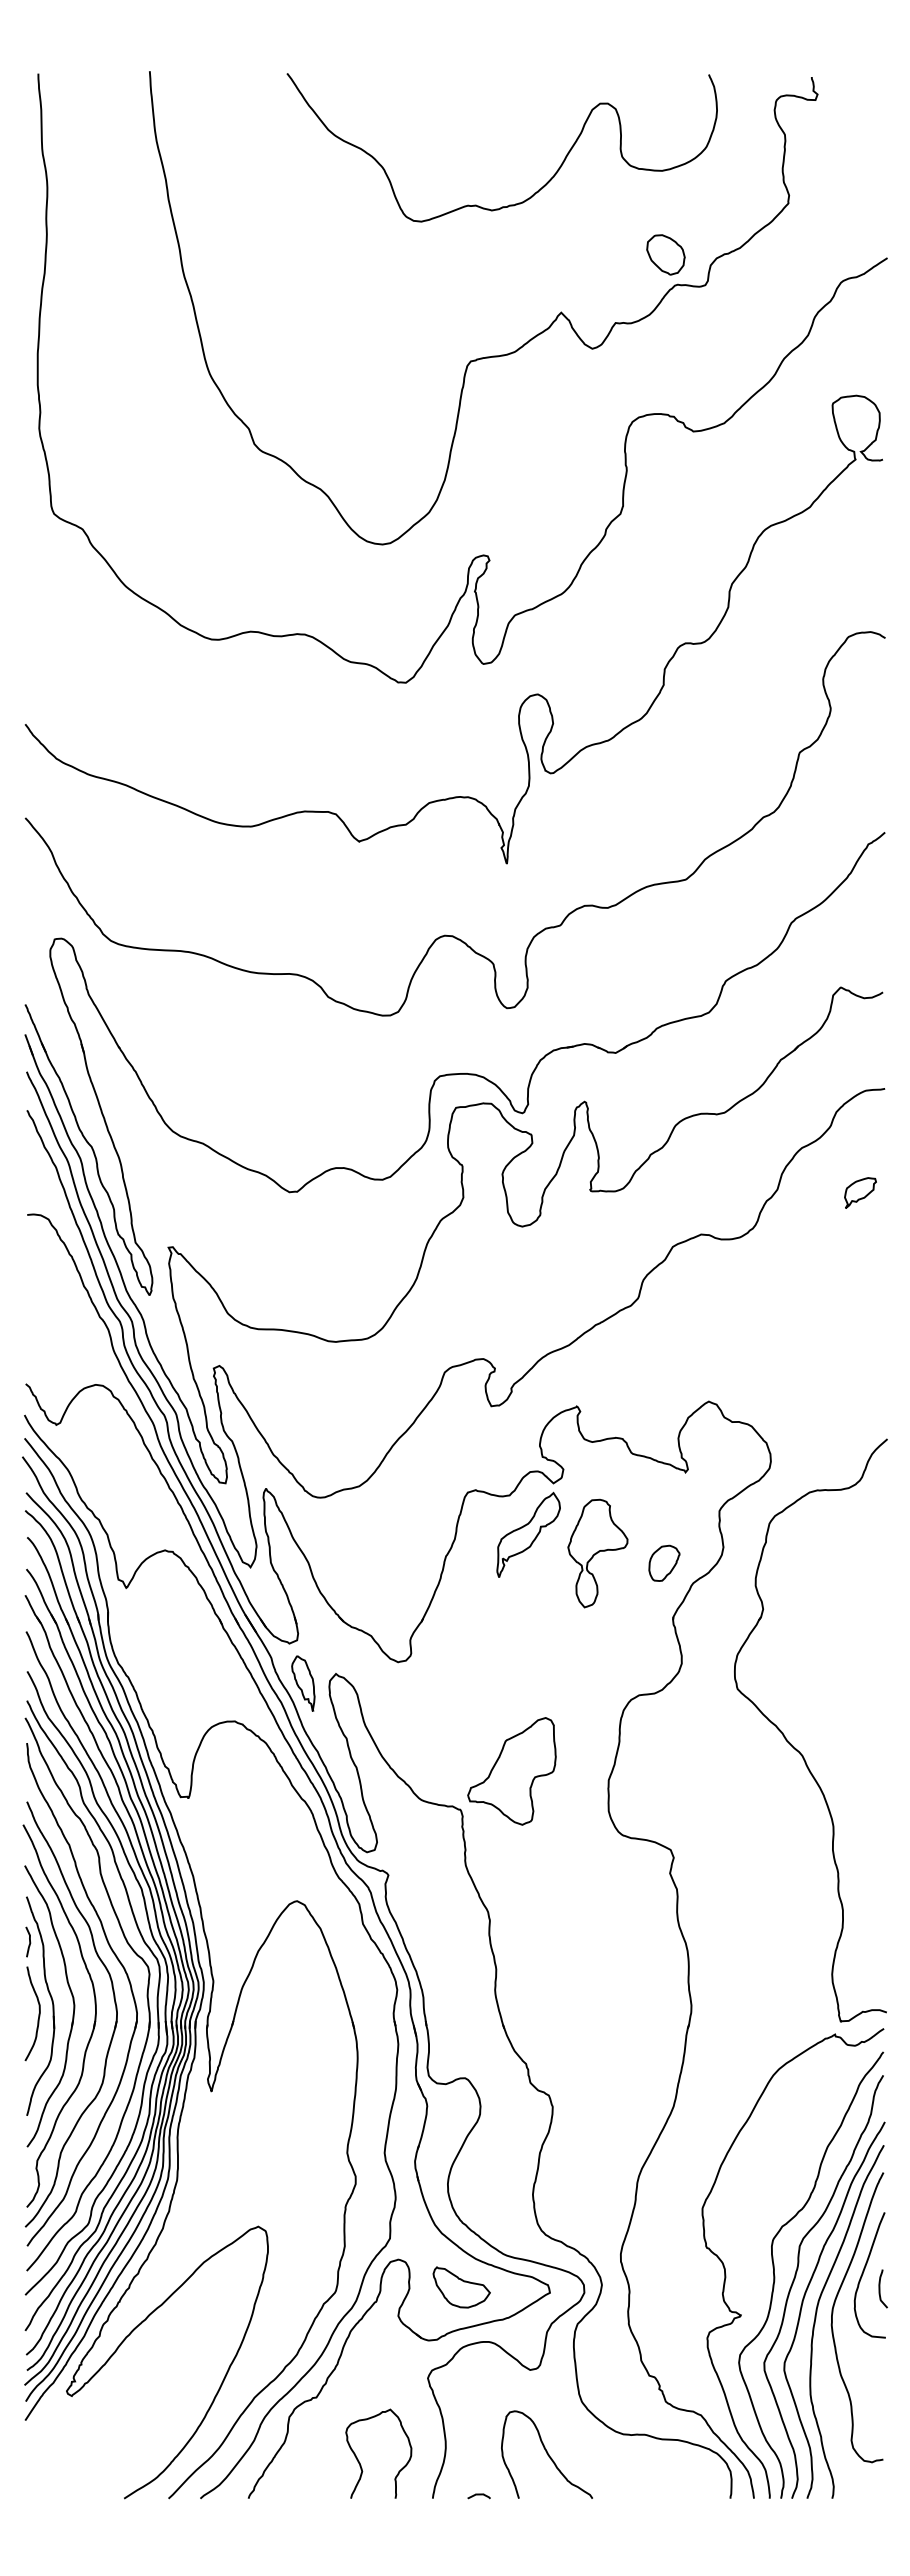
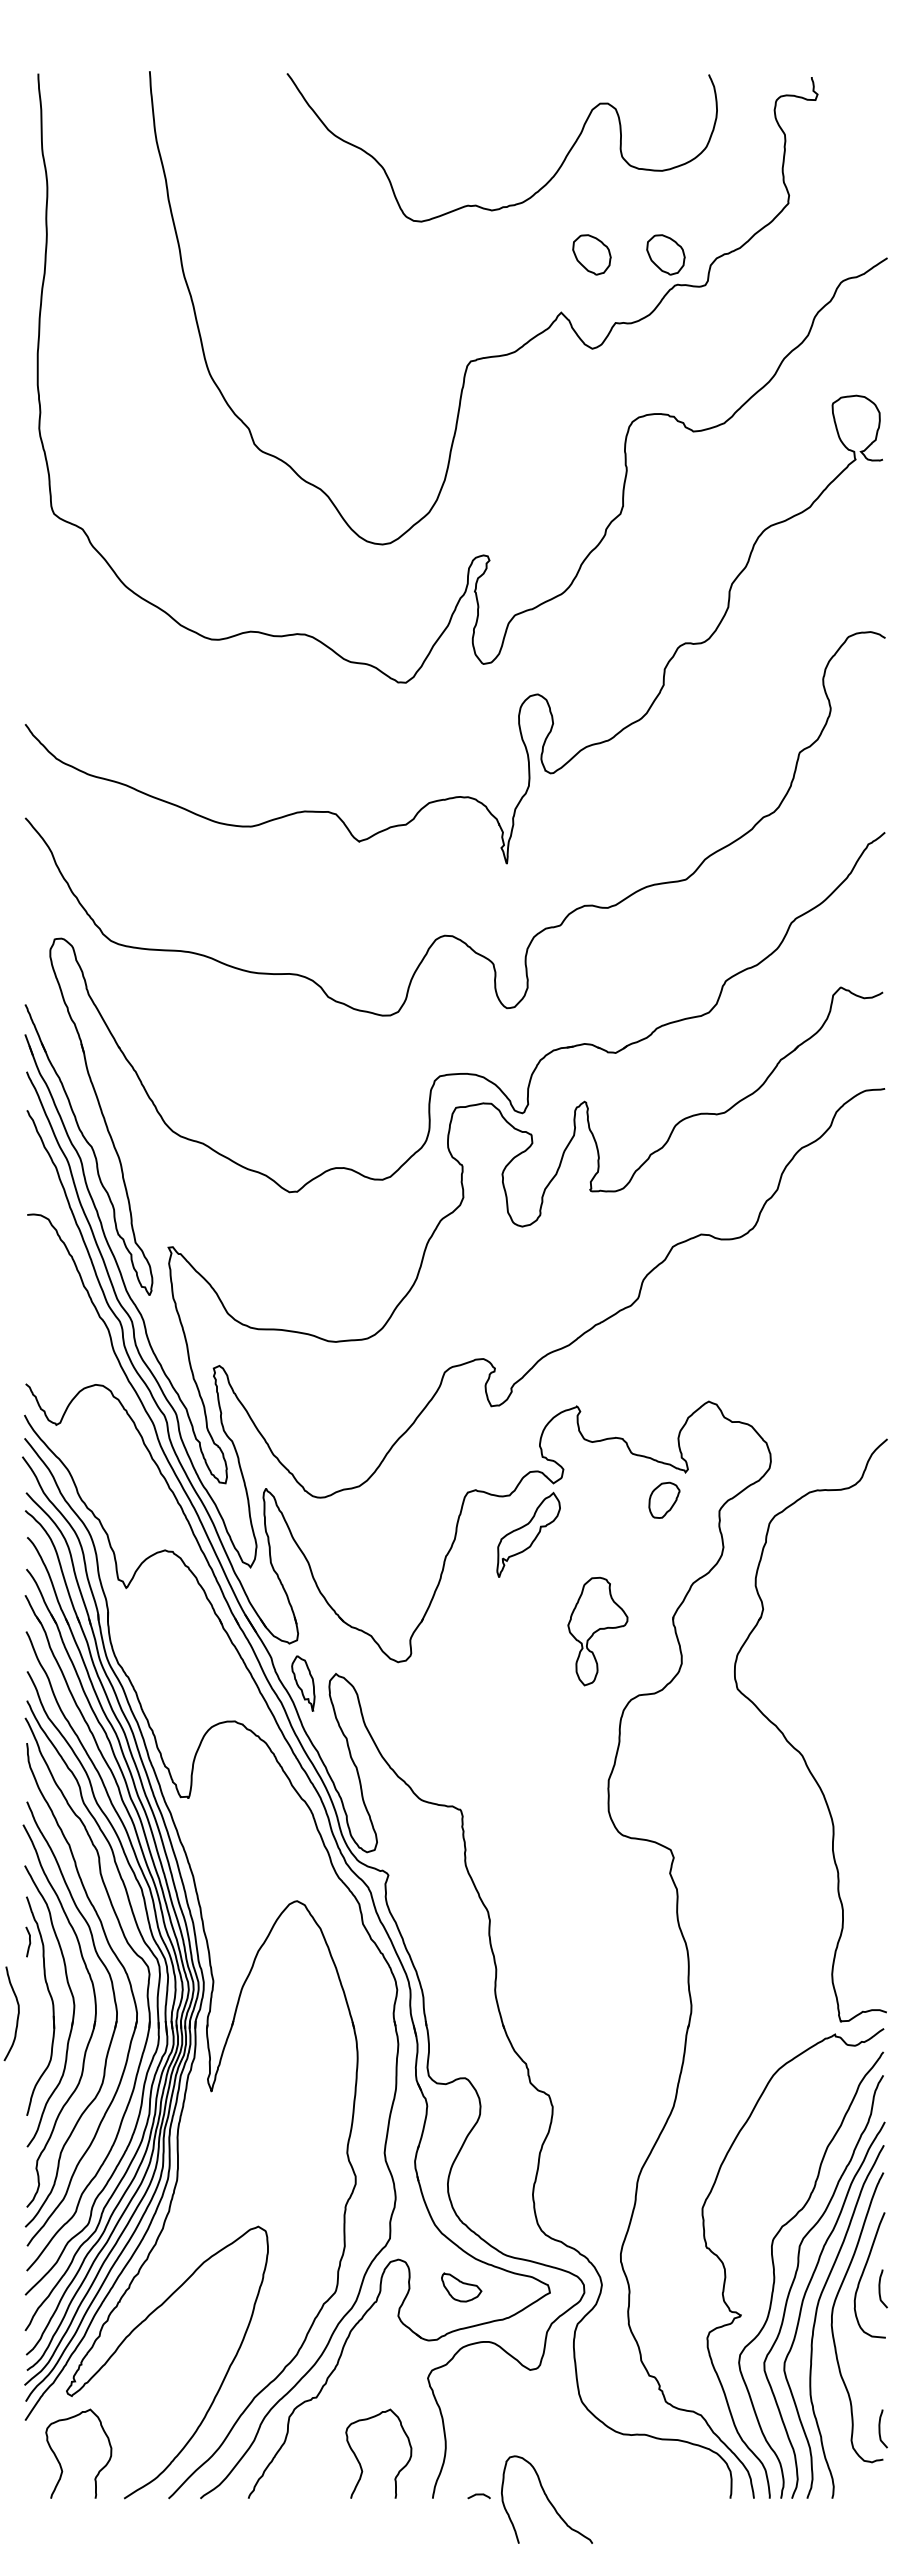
part at (591, 254): none -> present
part at (860, 1192): present -> none
part at (597, 1553) position: (597, 1553) -> (597, 1631)
part at (664, 1562) position: (664, 1562) -> (664, 1499)
part at (511, 1771): present -> none
curve at (38, 2013) position: (38, 2013) -> (17, 2013)
part at (461, 2287) size: 59x43 px -> 42x31 px
curve at (880, 2428): none -> present
curve at (546, 2453) position: (546, 2453) -> (546, 2498)
curve at (60, 2462): none -> present
